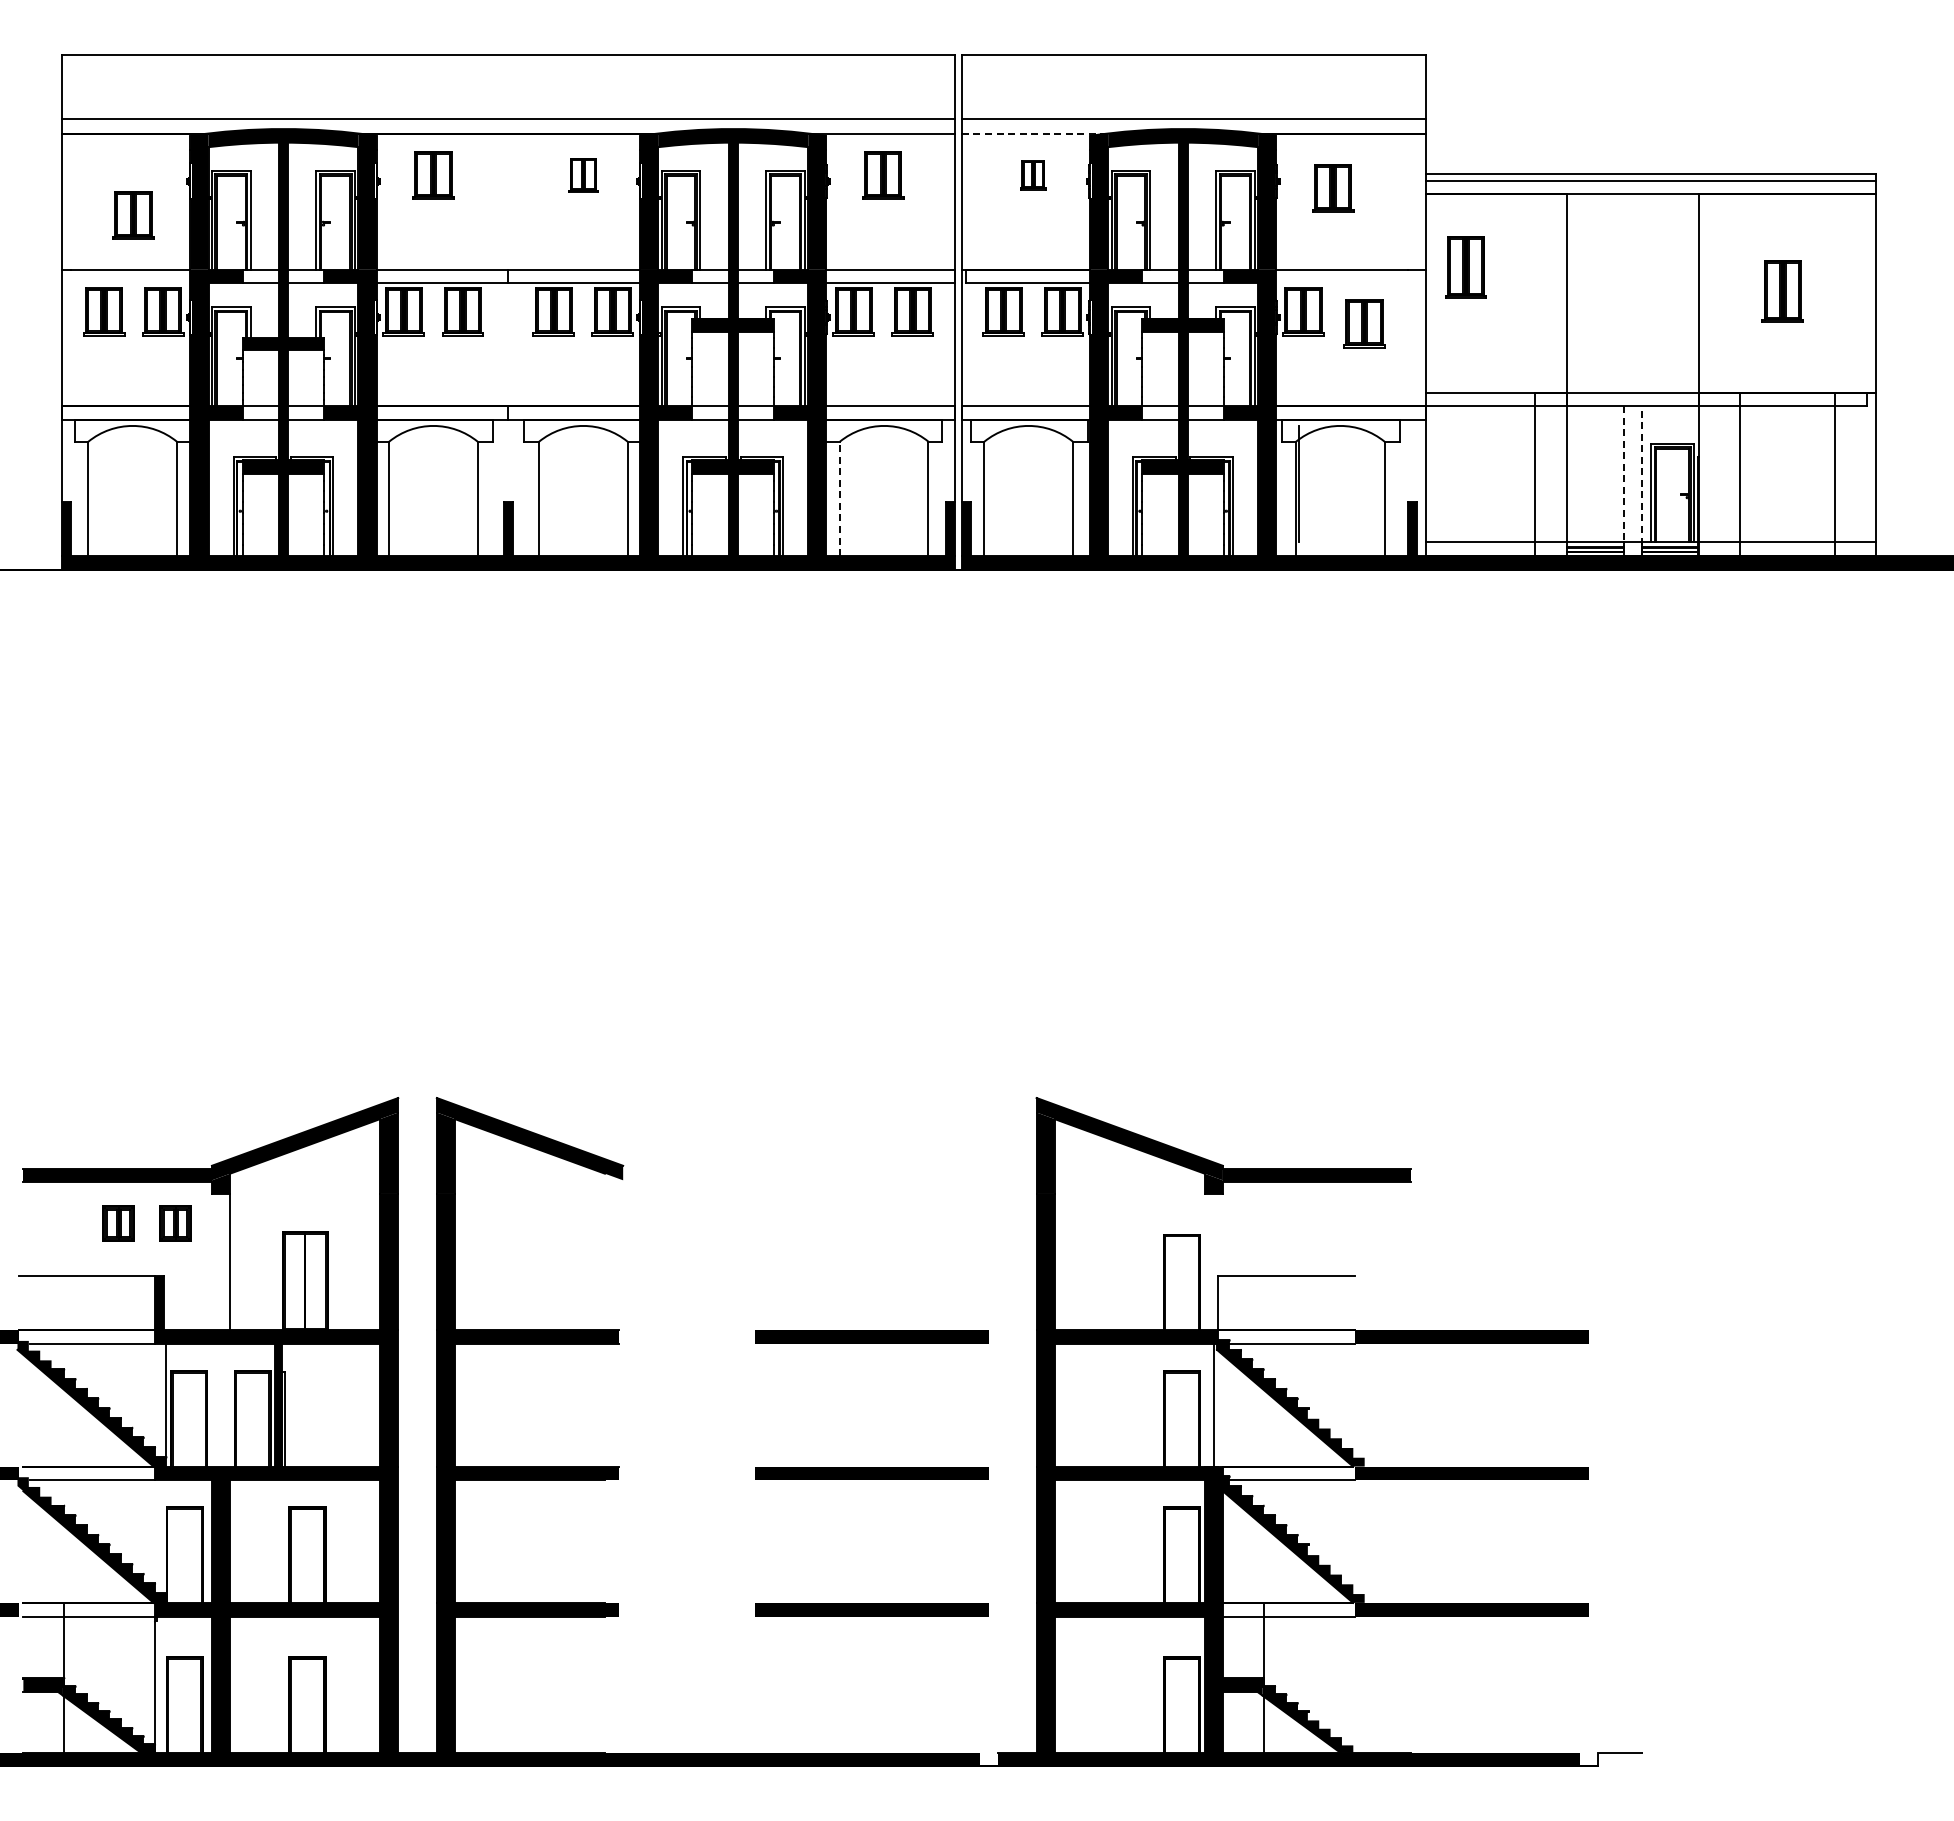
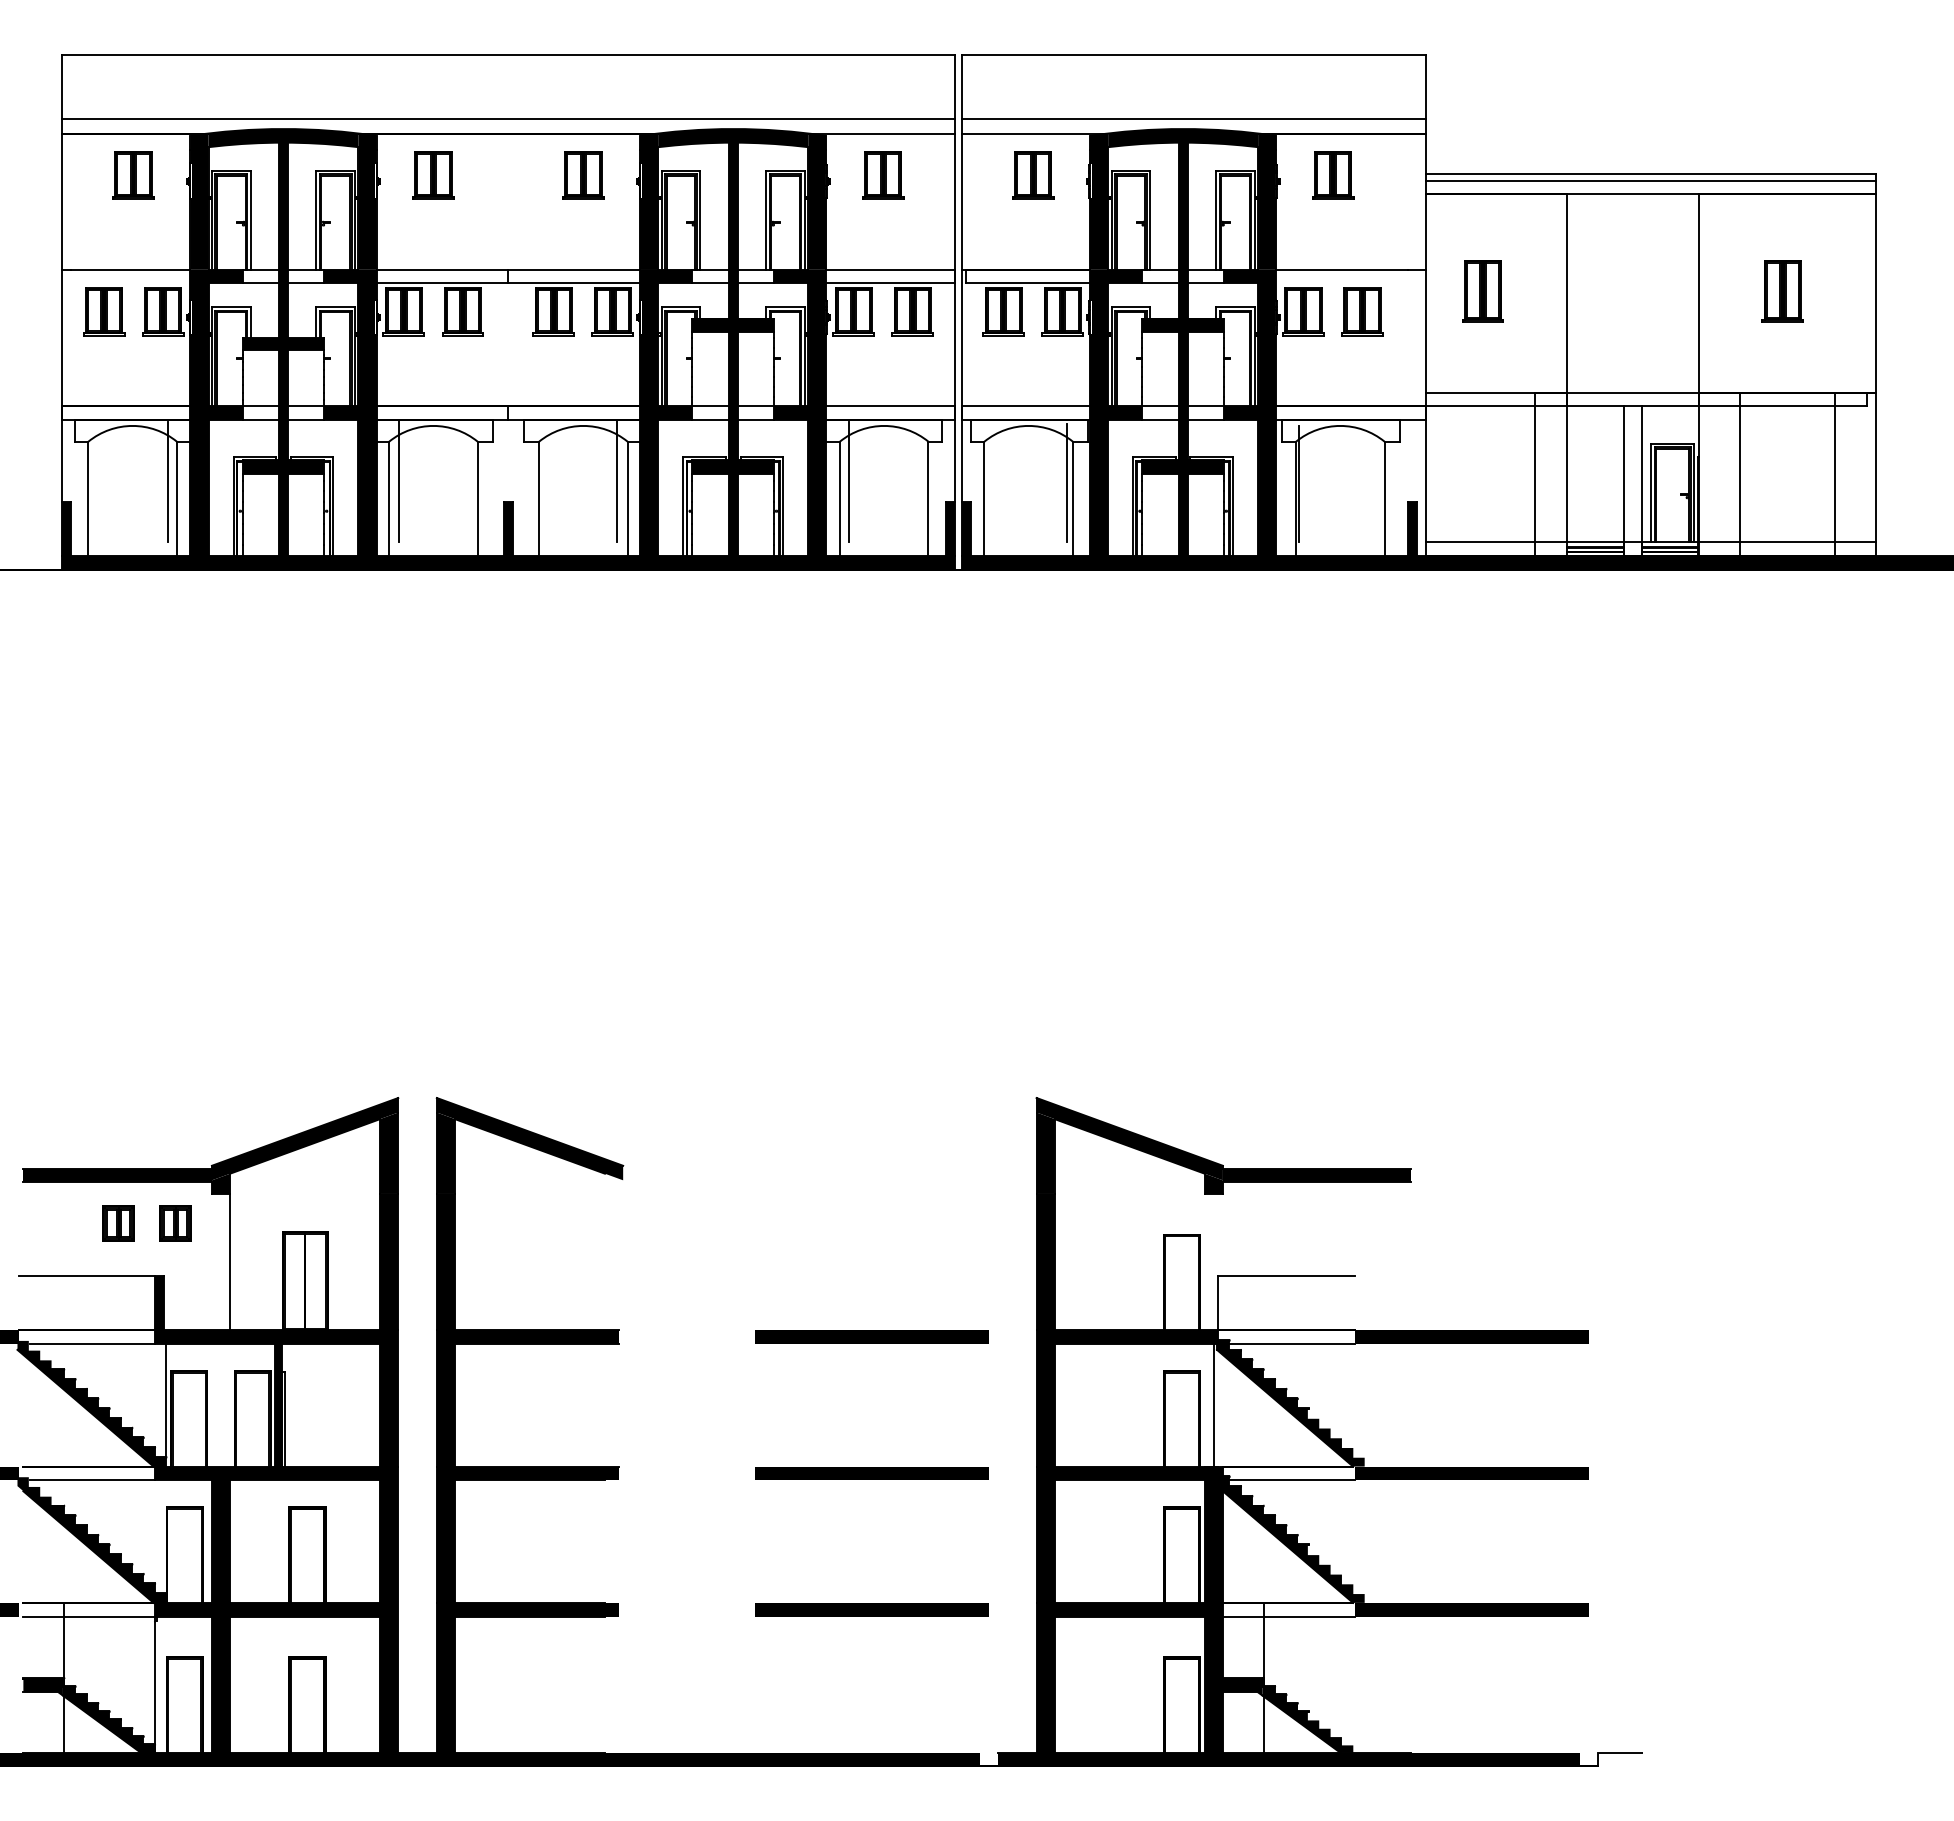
line at (1034, 133): dashed -> solid
part at (583, 175) size: 31x35 px -> 43x49 px
part at (1033, 175) size: 27x31 px -> 43x49 px
part at (1333, 188) position: (1333, 188) -> (1333, 175)
part at (133, 215) position: (133, 215) -> (133, 175)
part at (1465, 267) position: (1465, 267) -> (1482, 291)
part at (1364, 323) position: (1364, 323) -> (1362, 311)
line at (167, 481): none -> present
line at (399, 481): none -> present
line at (617, 481): none -> present
line at (849, 481): none -> present
line at (1623, 481): dashed -> solid
line at (1642, 481): dashed -> solid
line at (1067, 482): none -> present
line at (839, 498): dashed -> solid
